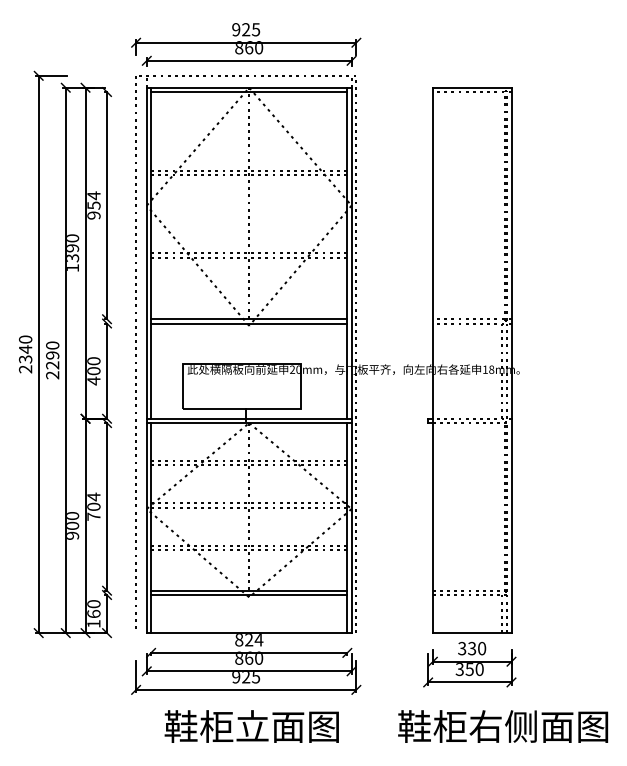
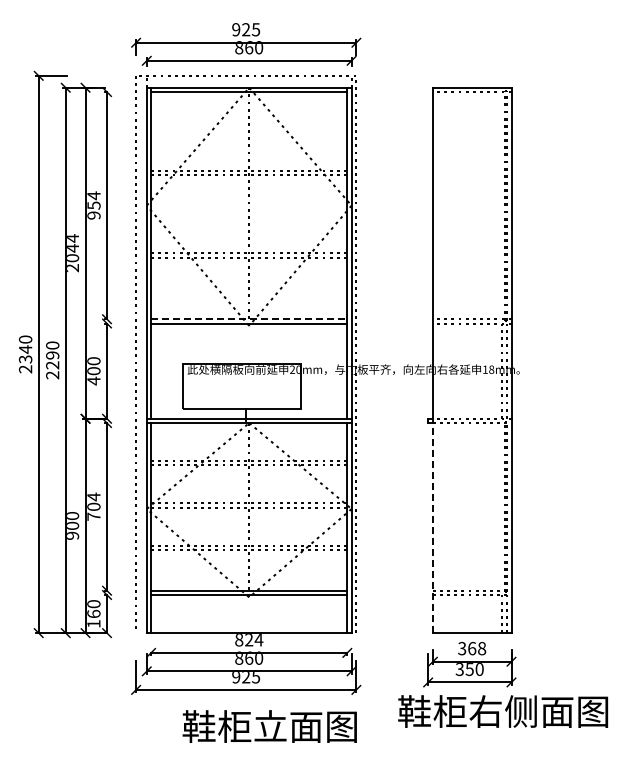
text at (73, 253): 1390 -> 2044
line at (249, 319): solid -> dashed
line at (432, 525): solid -> dashed
text at (477, 648): 330 -> 368
text at (251, 726) position: (251, 726) -> (269, 726)
text at (503, 726) position: (503, 726) -> (503, 711)
